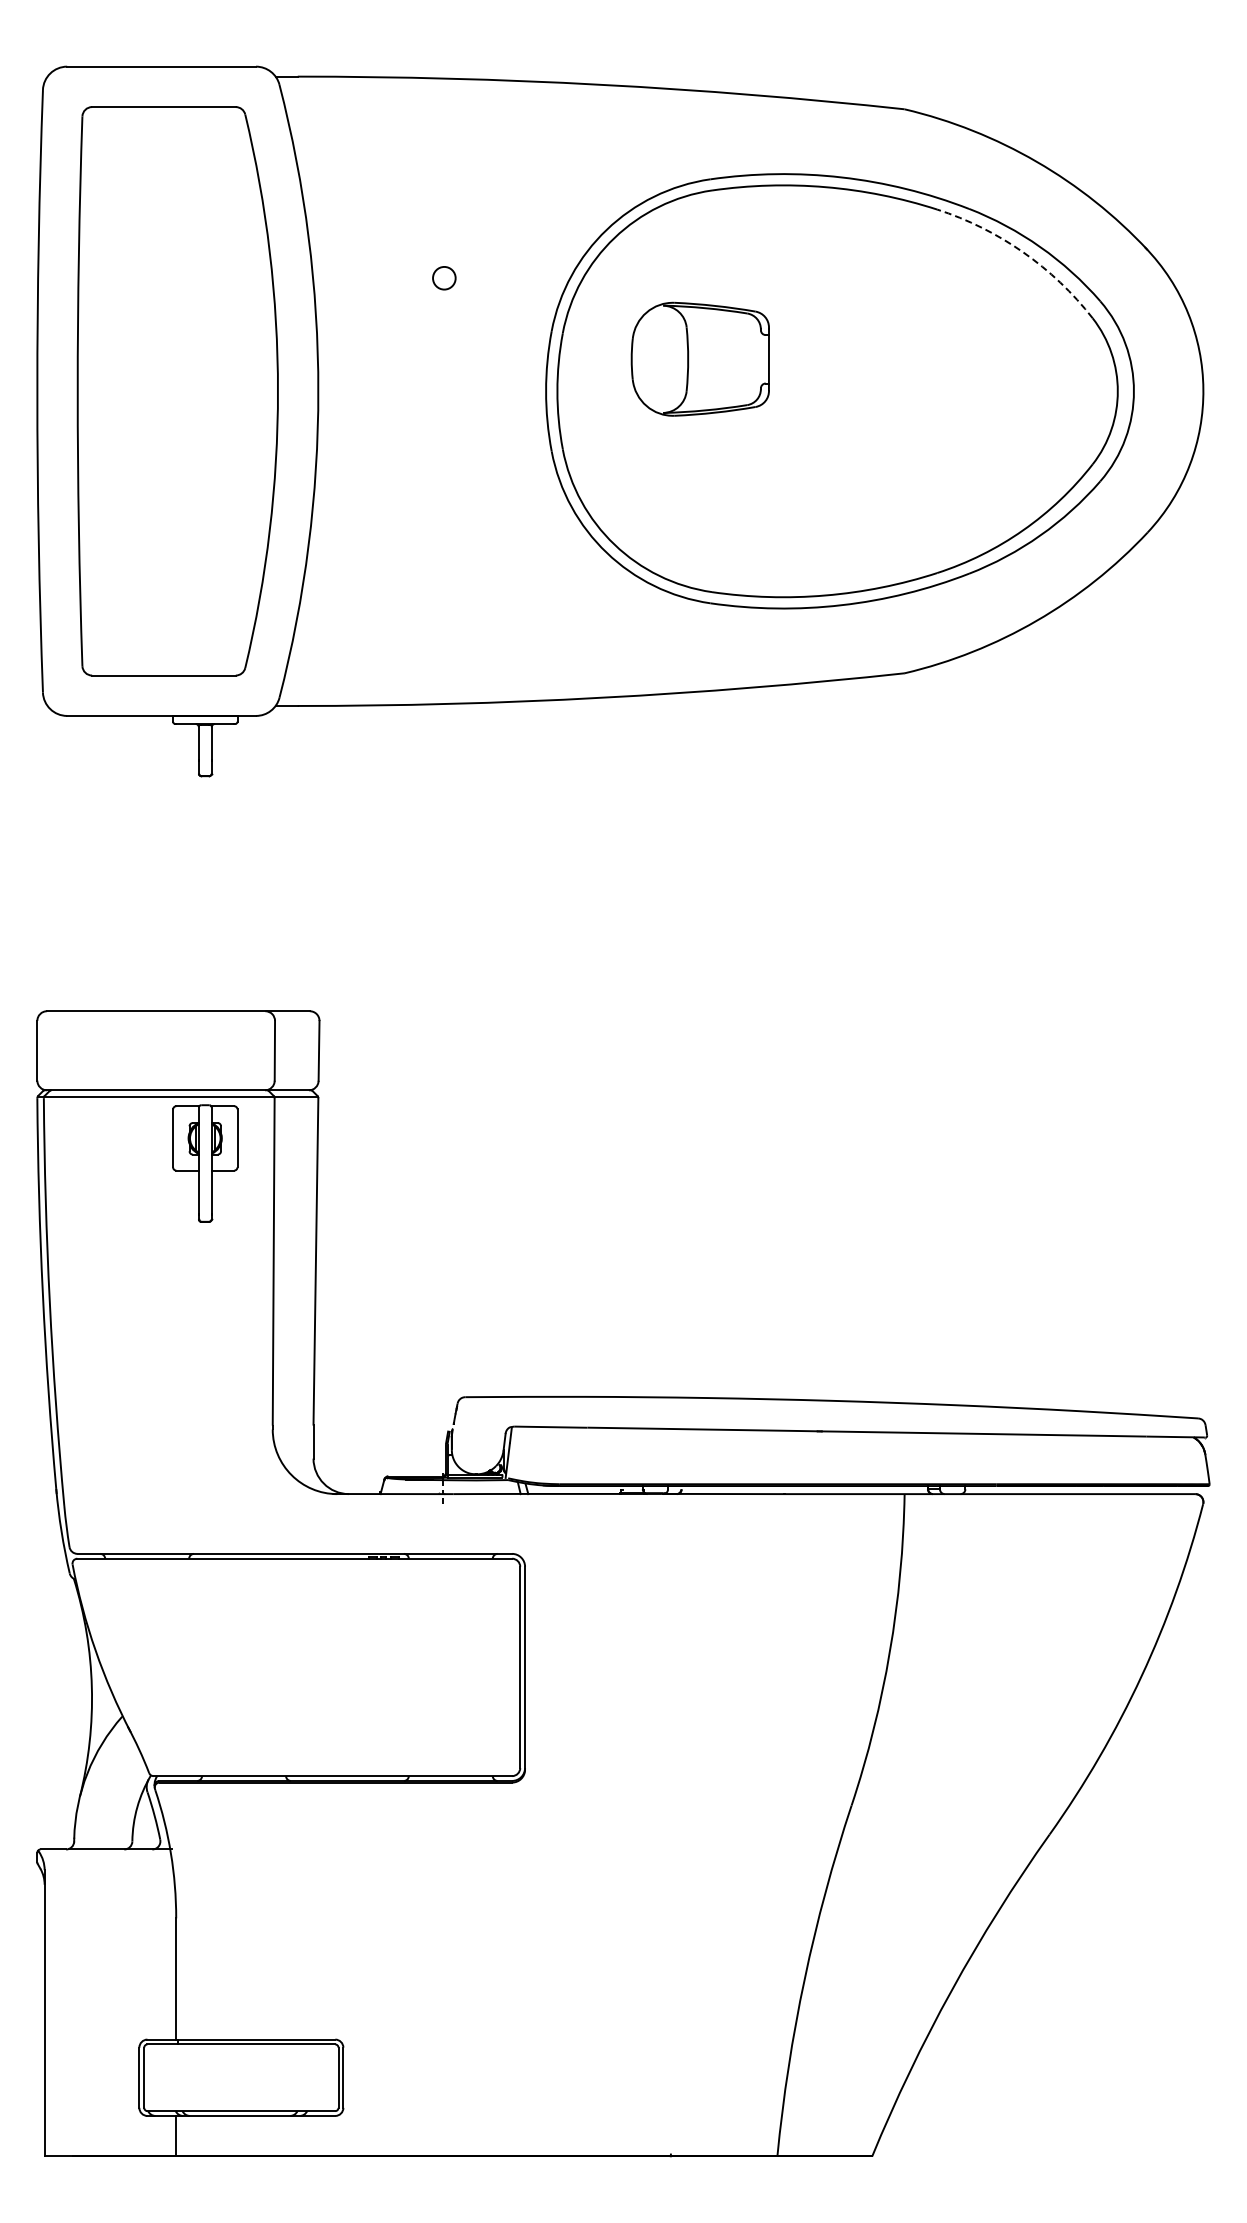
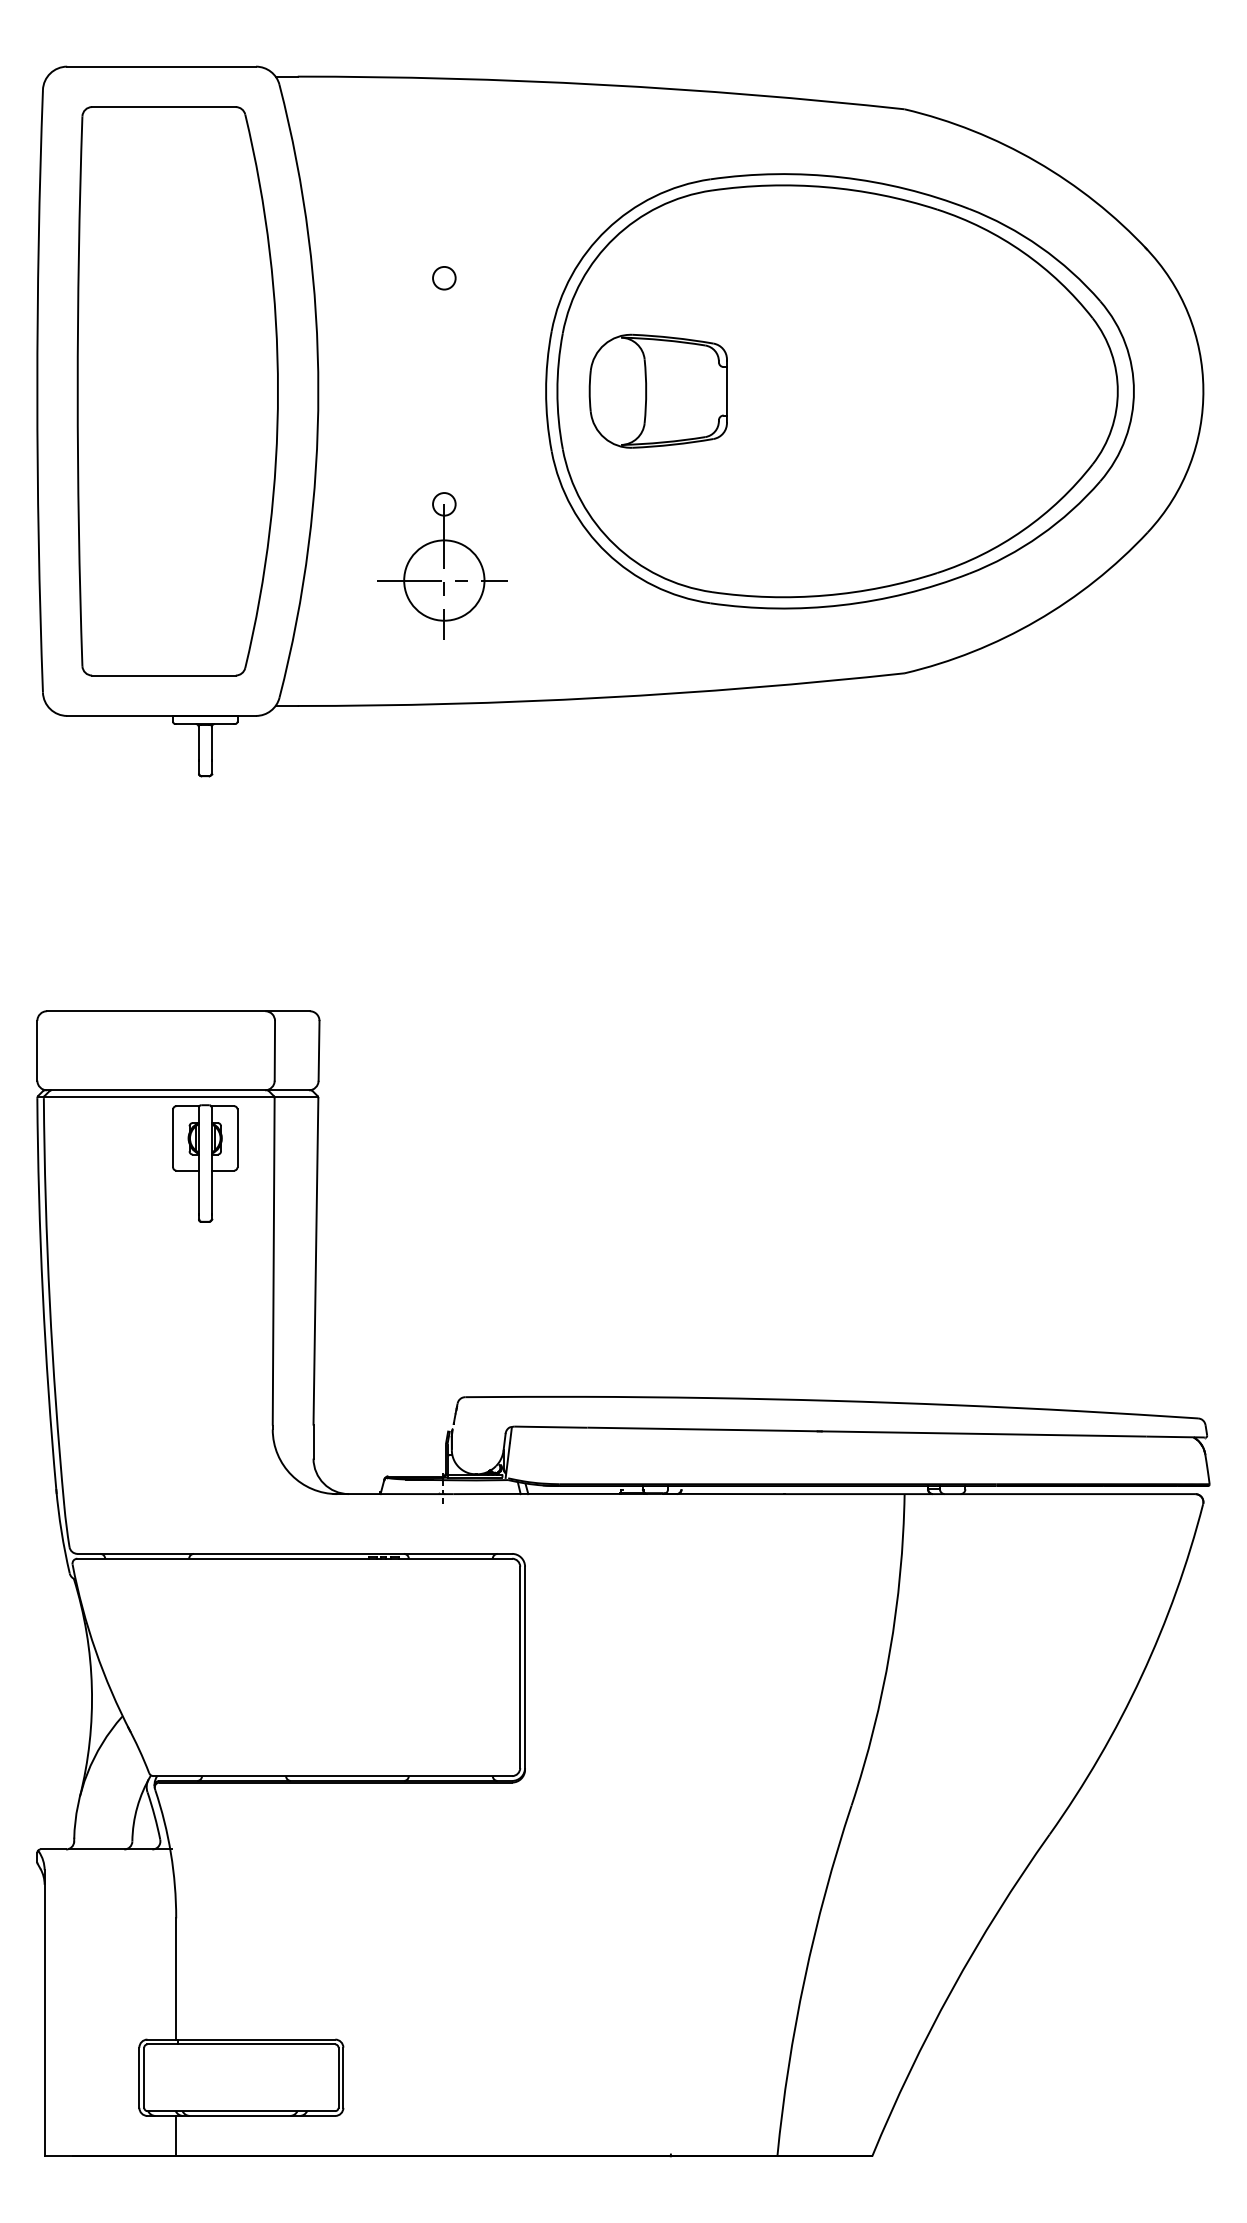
arc at (1023, 252): dashed -> solid
part at (699, 358) position: (699, 358) -> (657, 390)
part at (442, 565): none -> present
